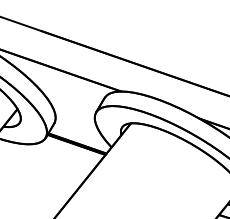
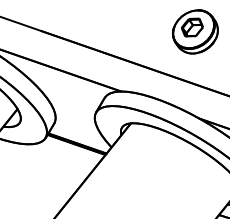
part at (195, 31): none -> present
